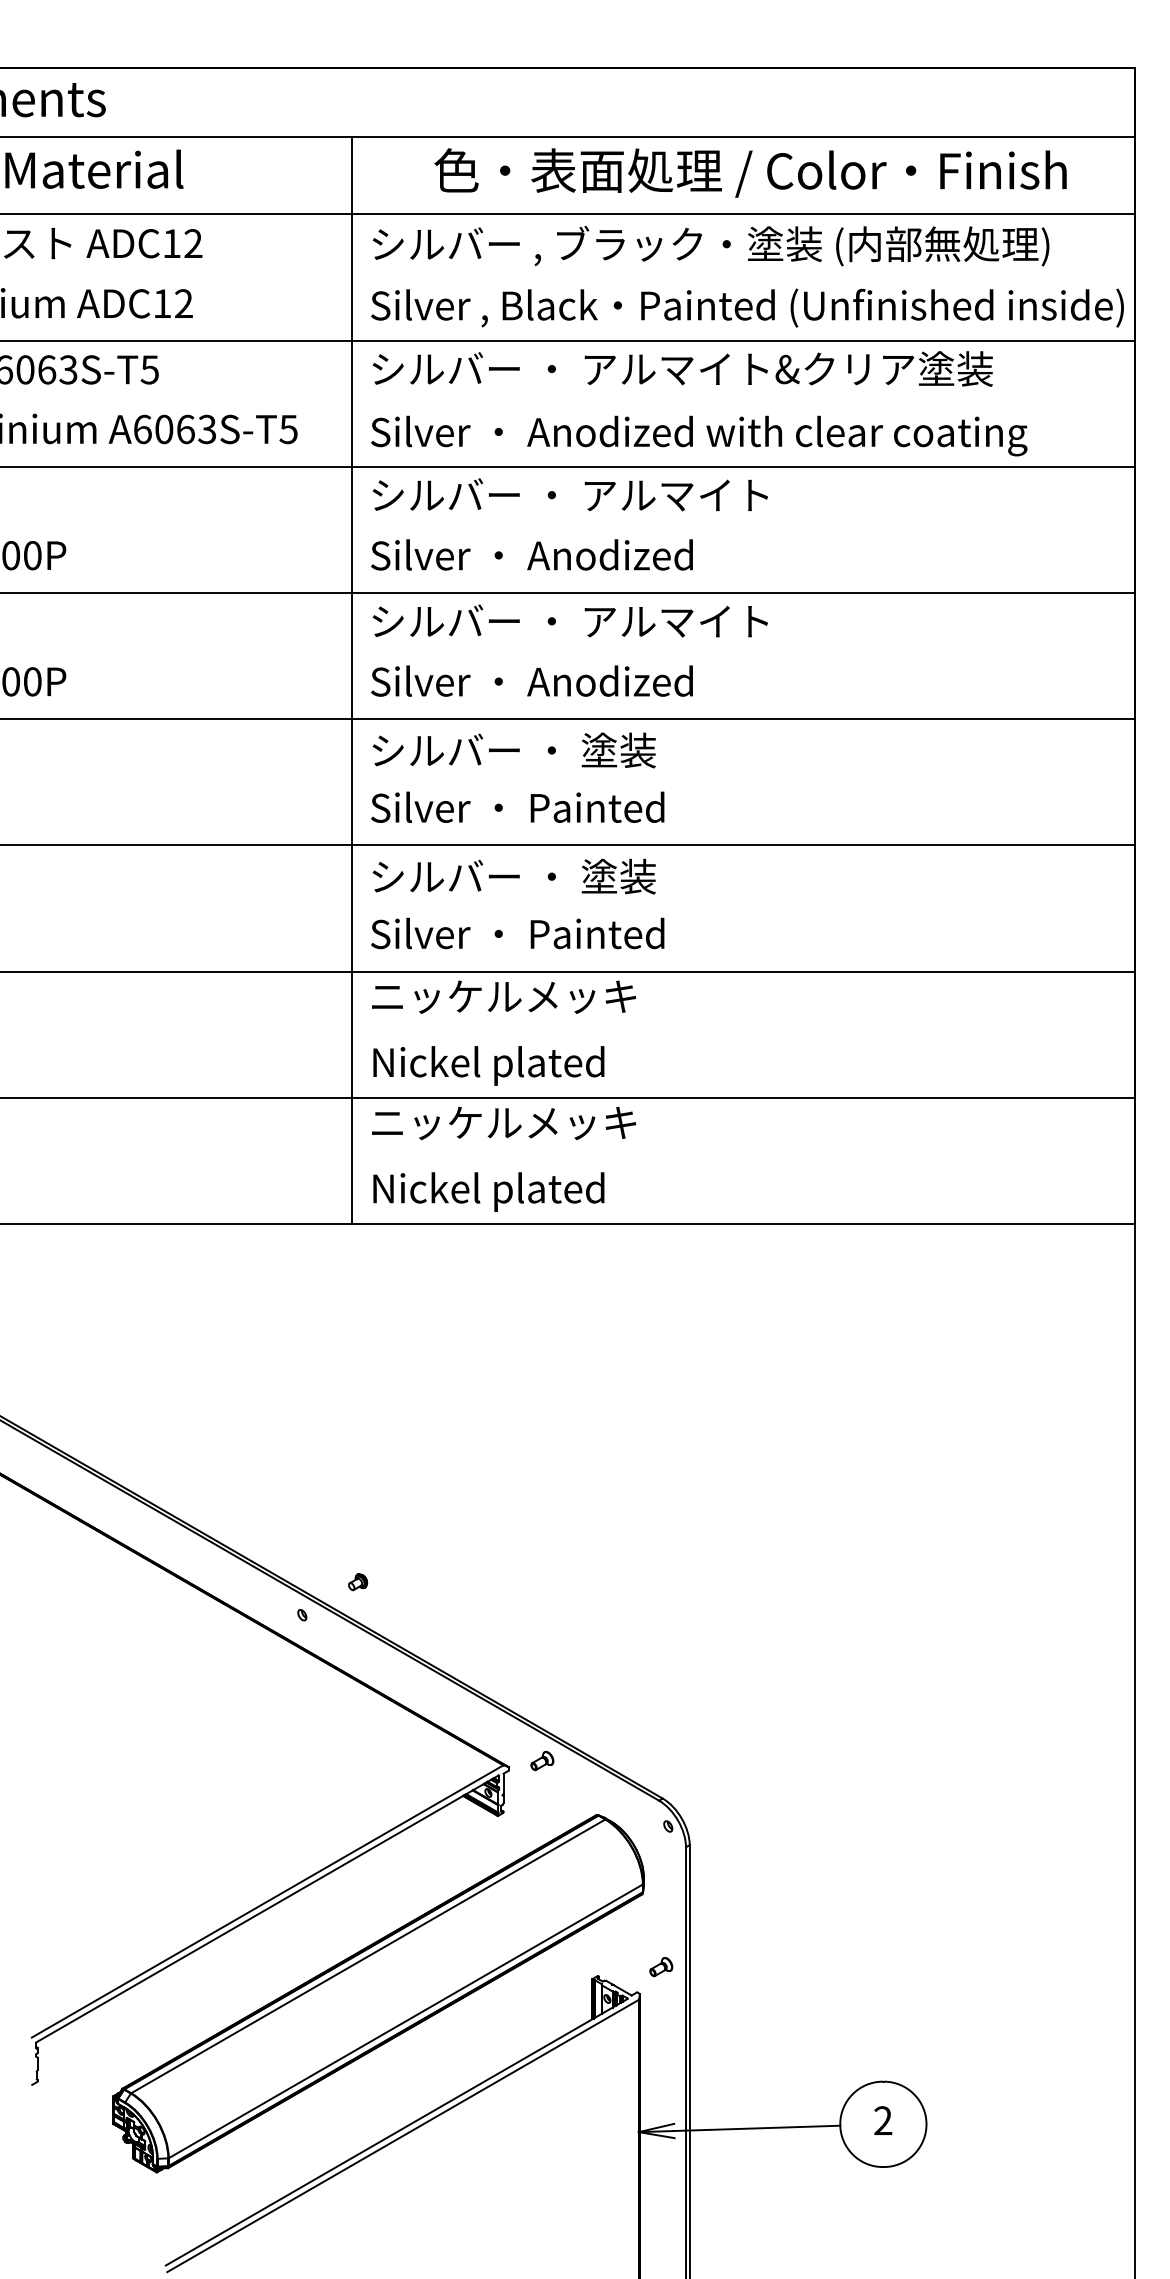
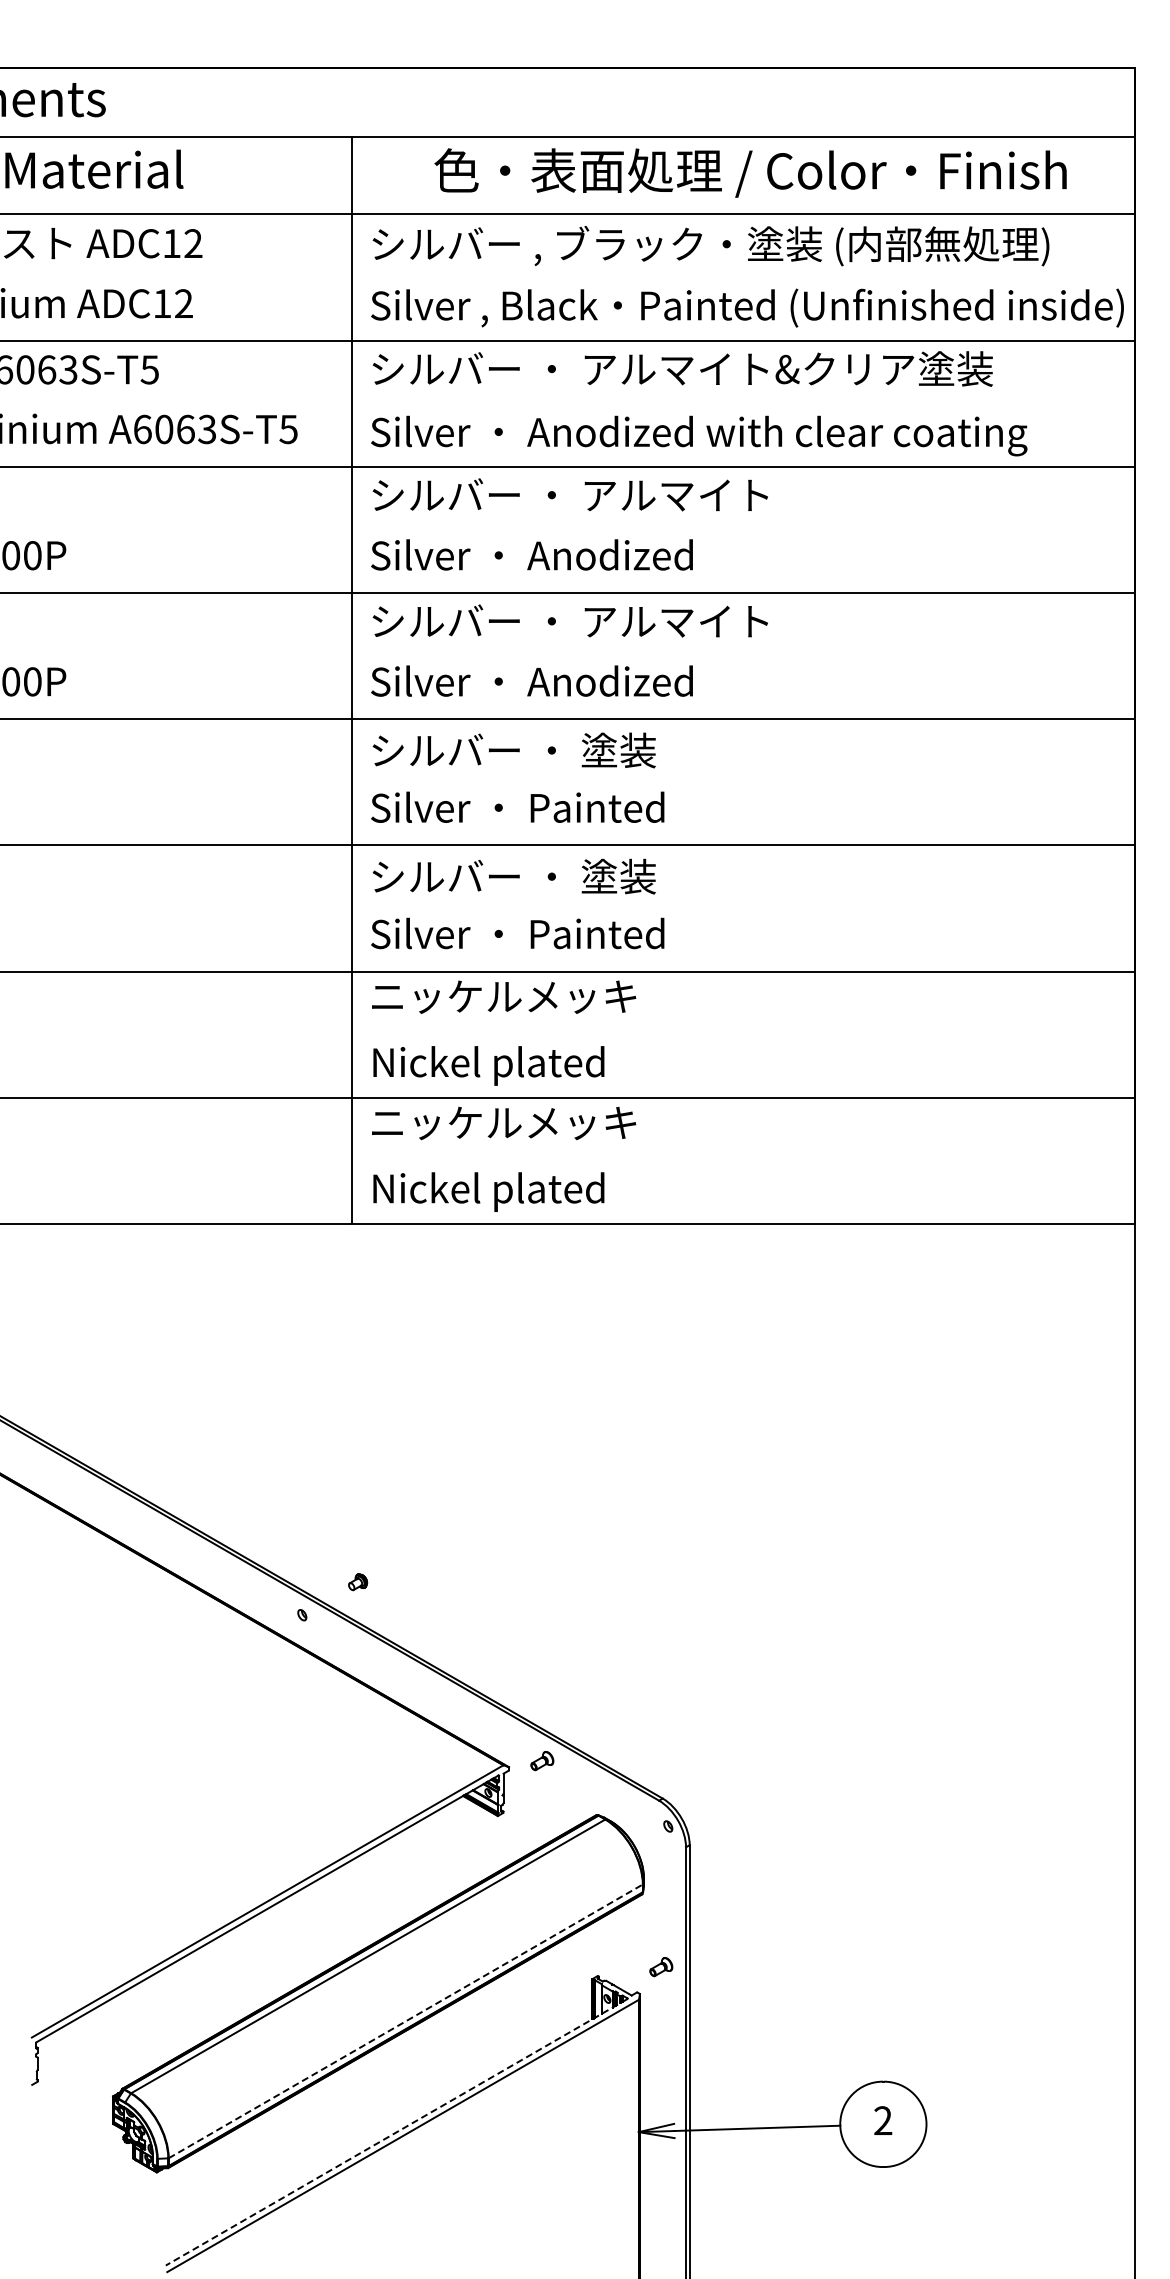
line at (405, 2021): solid -> dashed
line at (396, 2132): solid -> dashed
